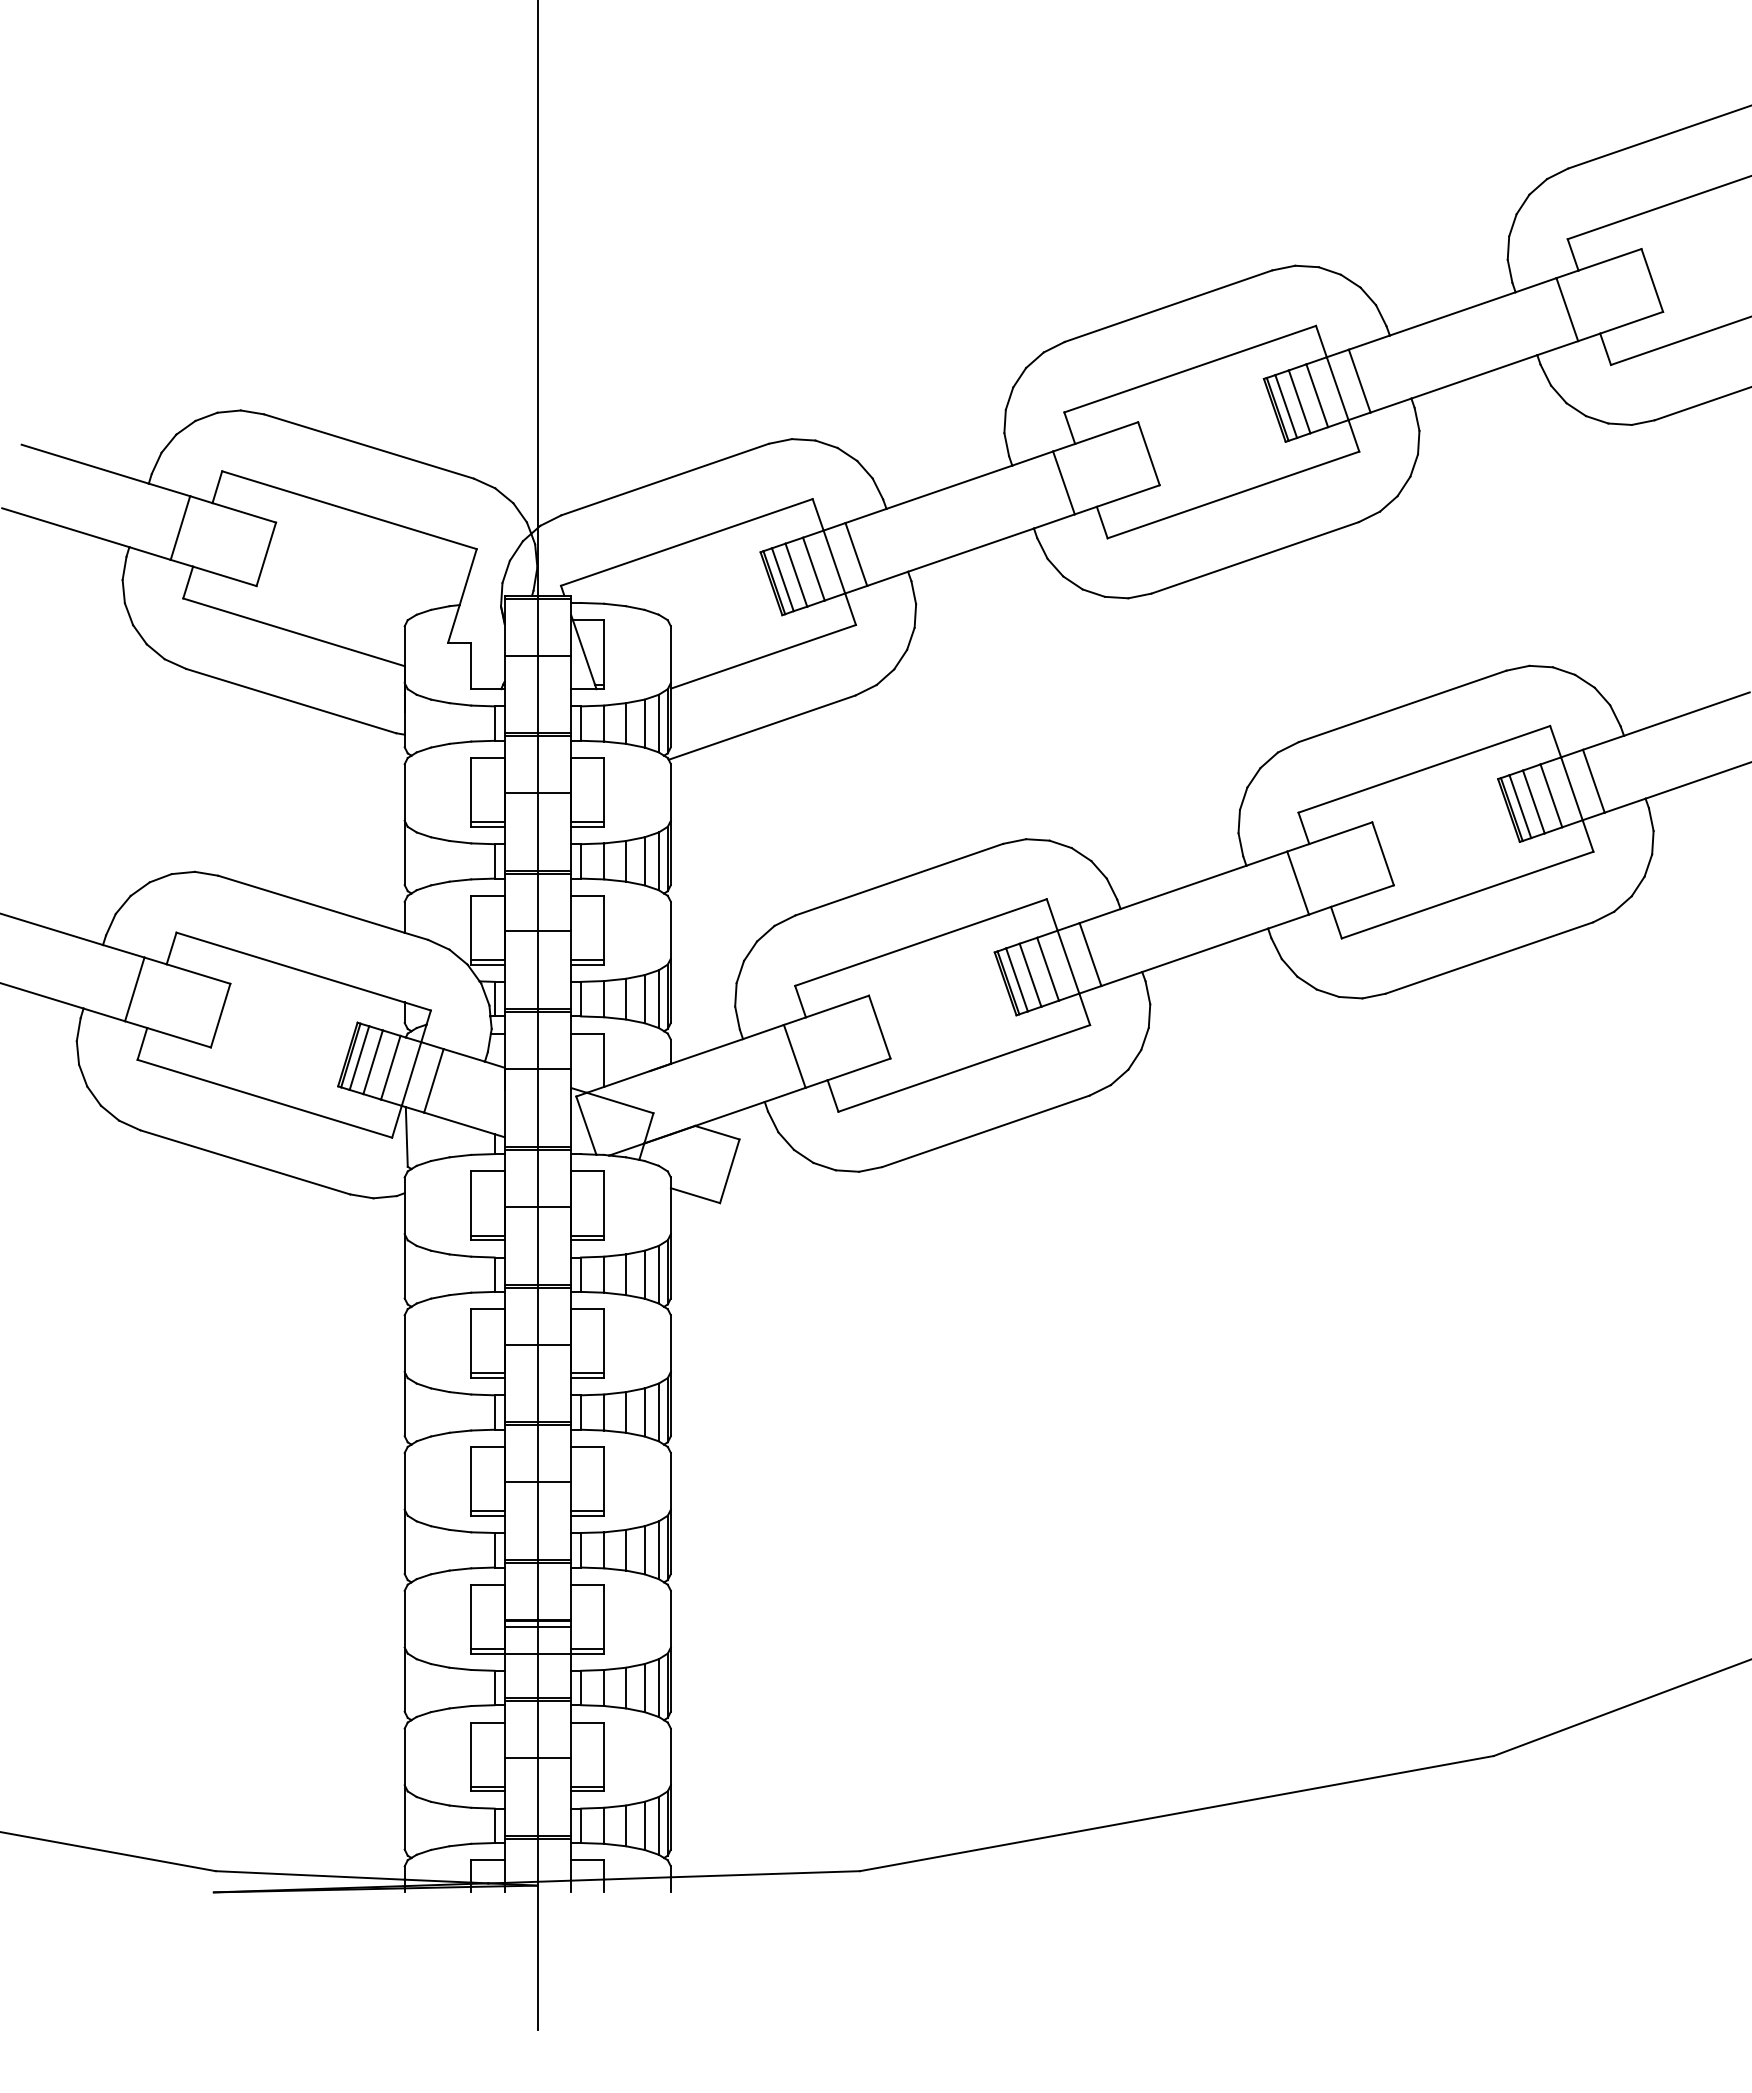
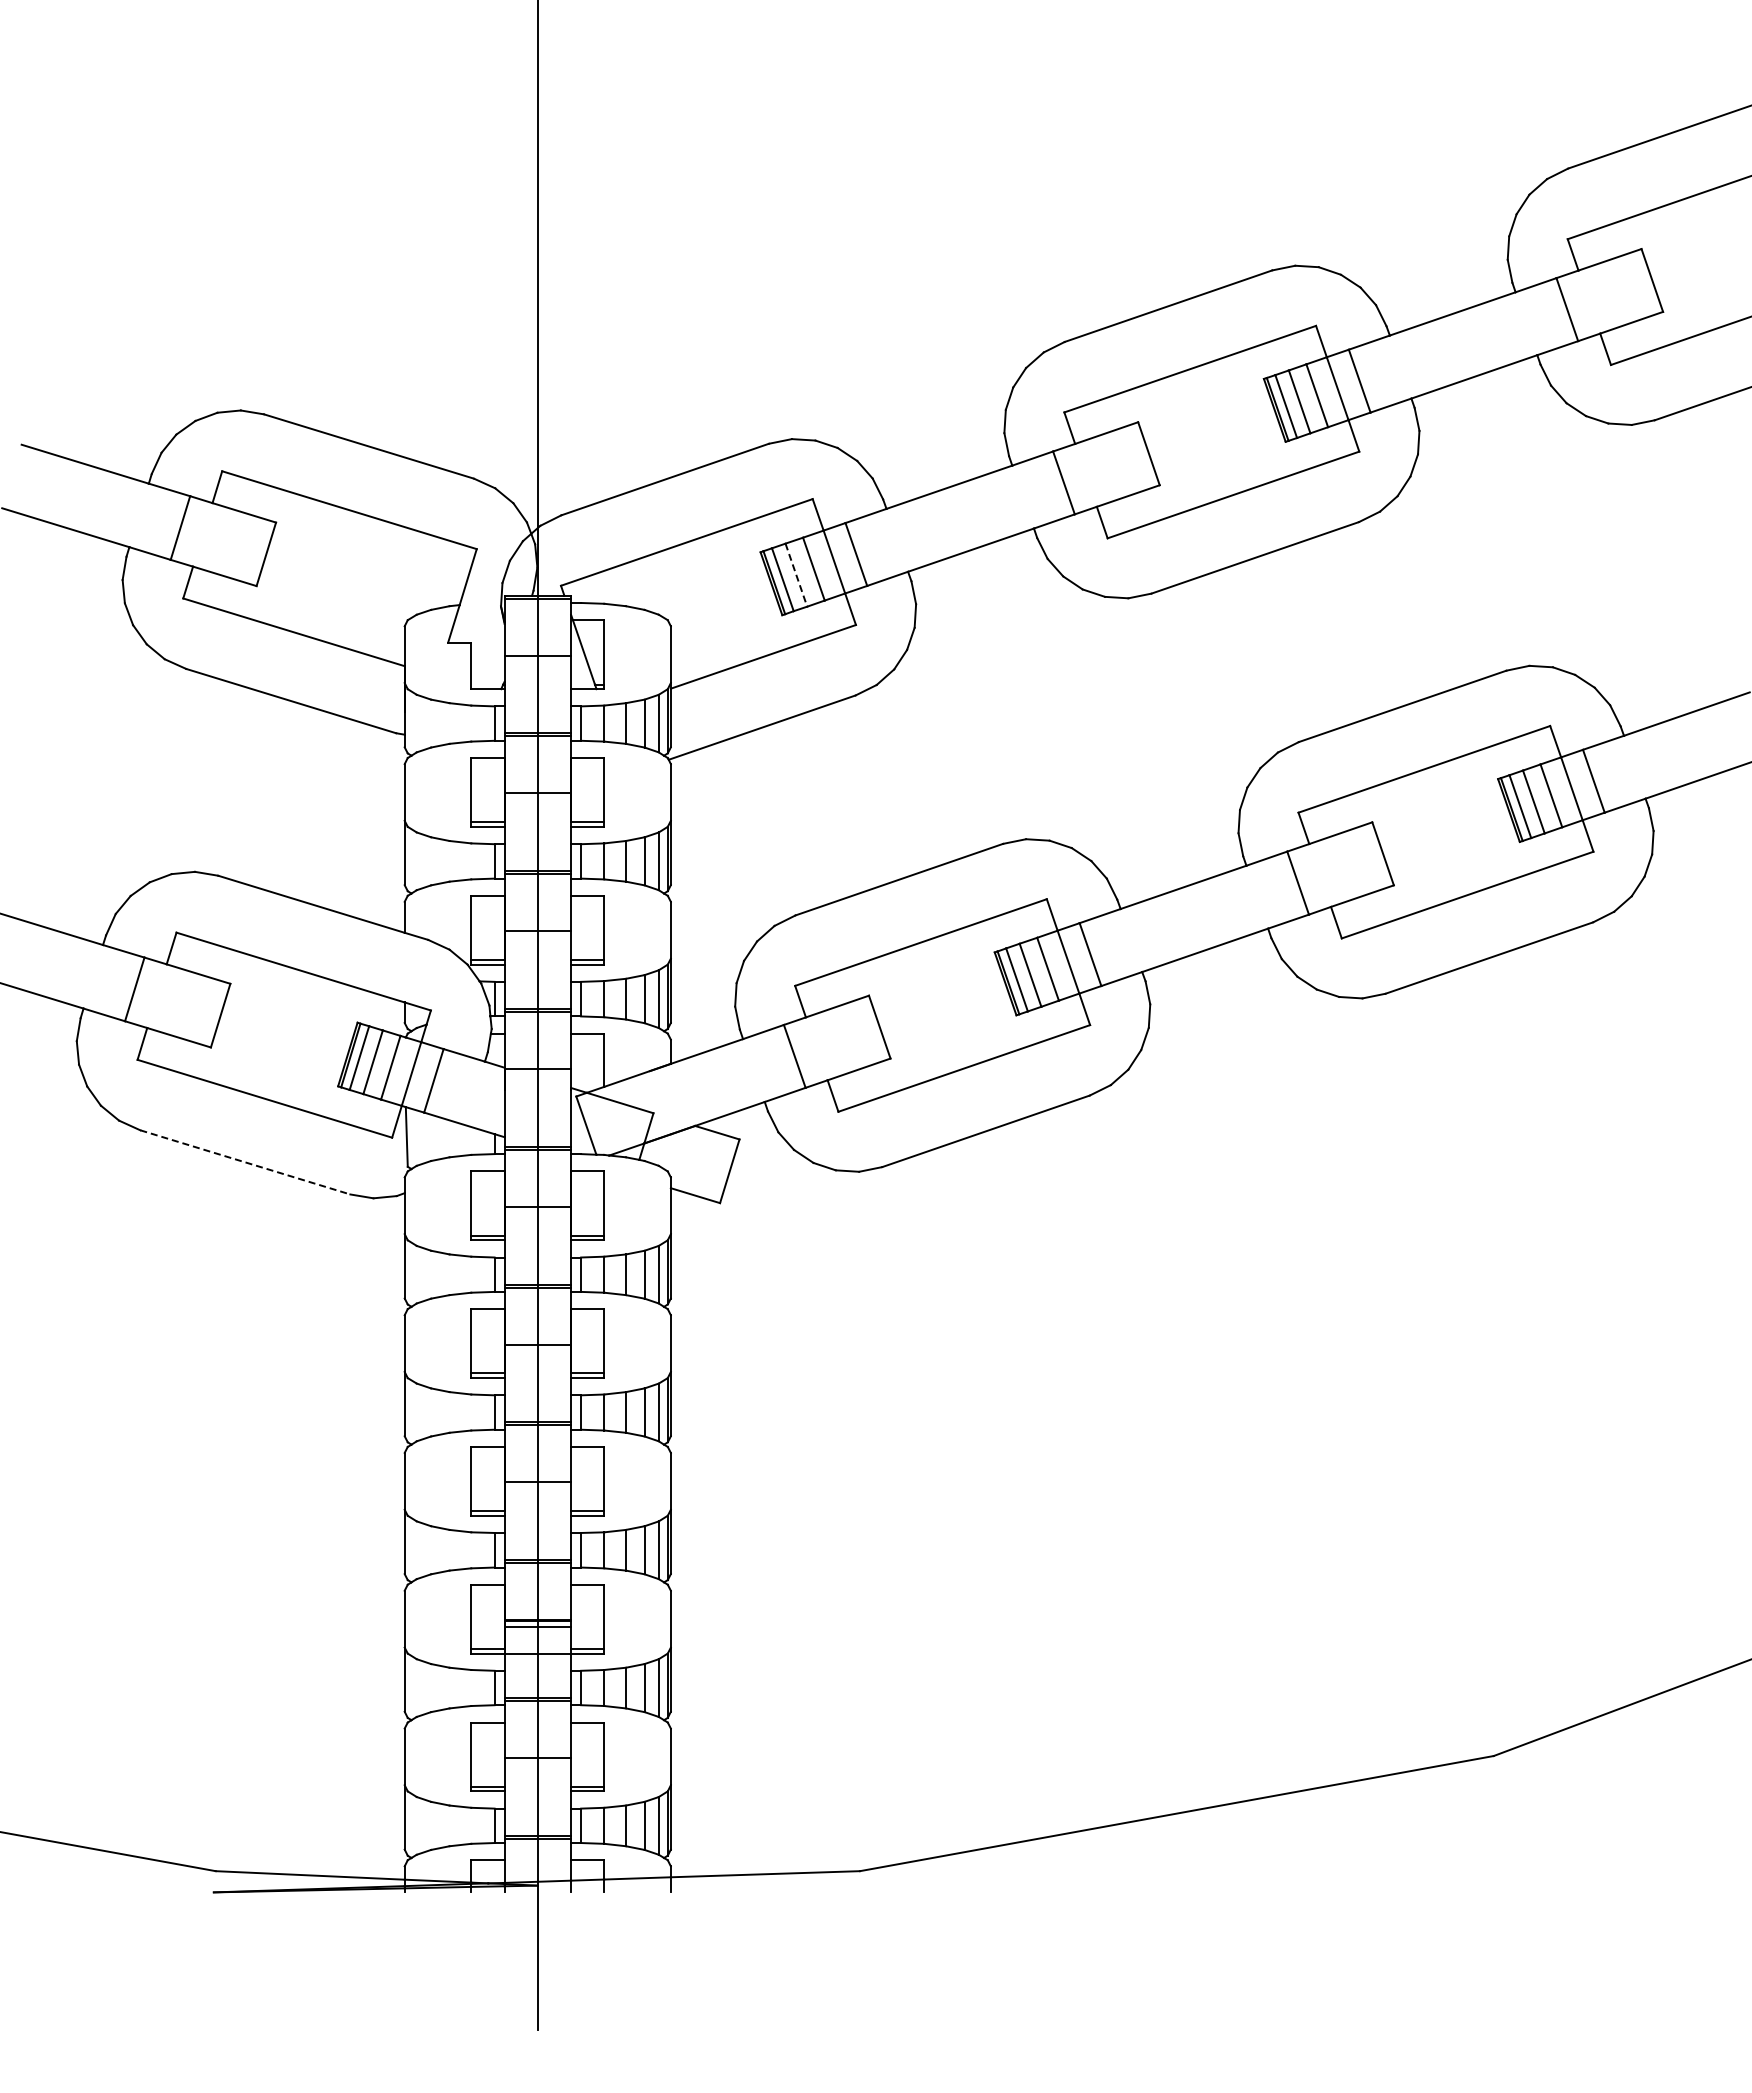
line at (796, 575): solid -> dashed
line at (245, 1162): solid -> dashed
